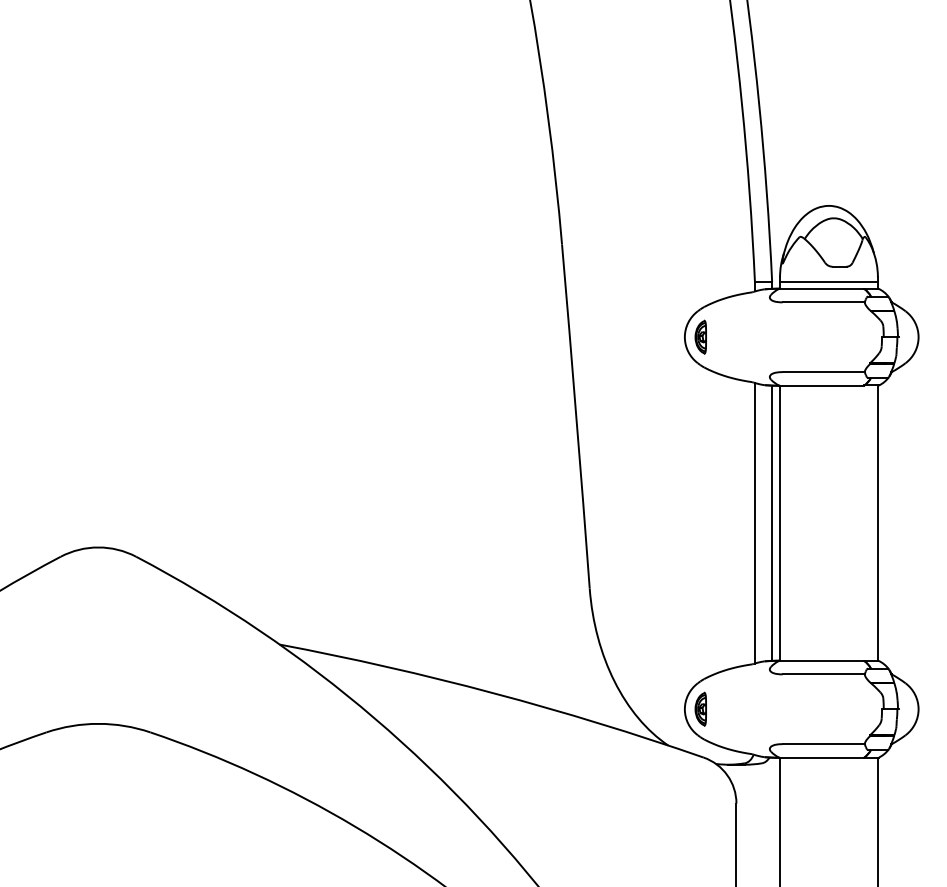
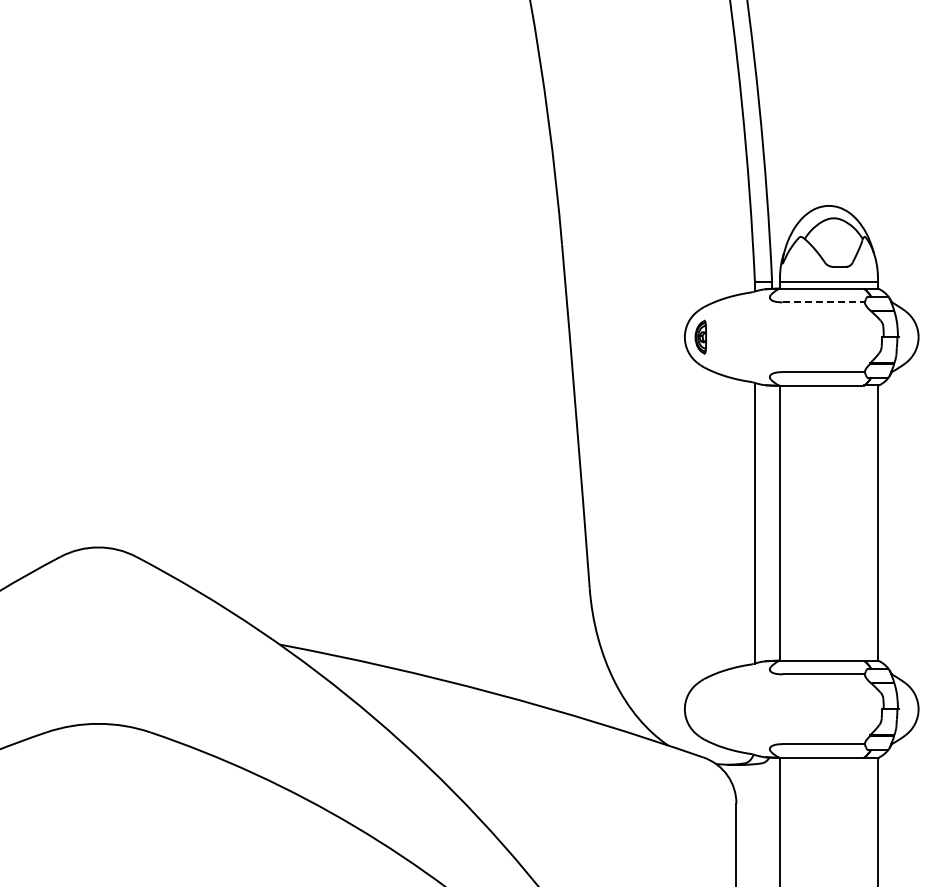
line at (824, 302): solid -> dashed
line at (772, 522): present -> none
part at (700, 708): present -> none
